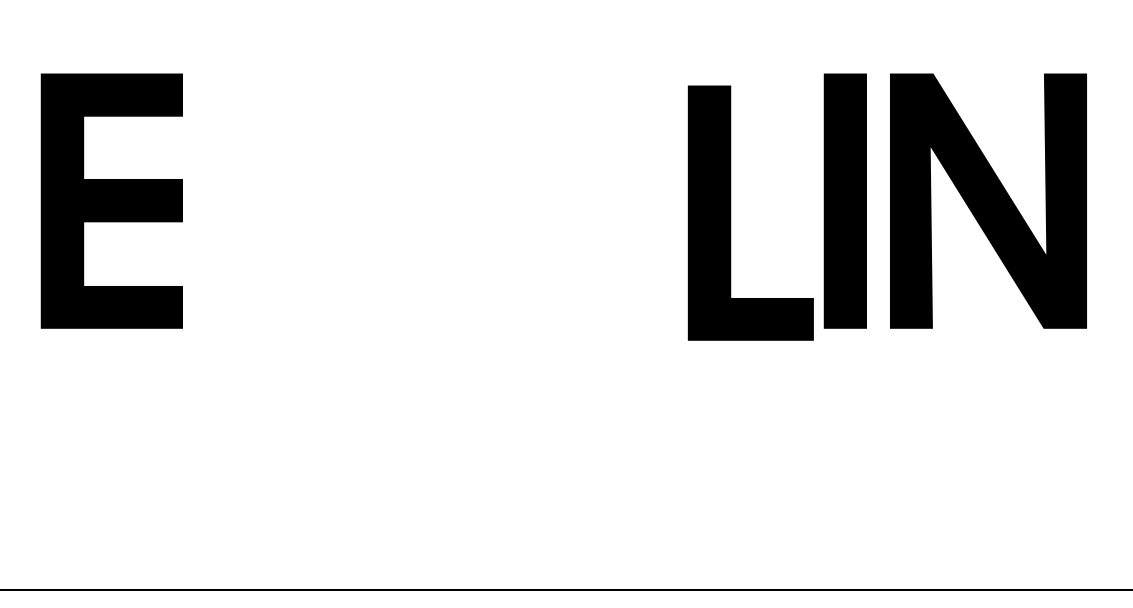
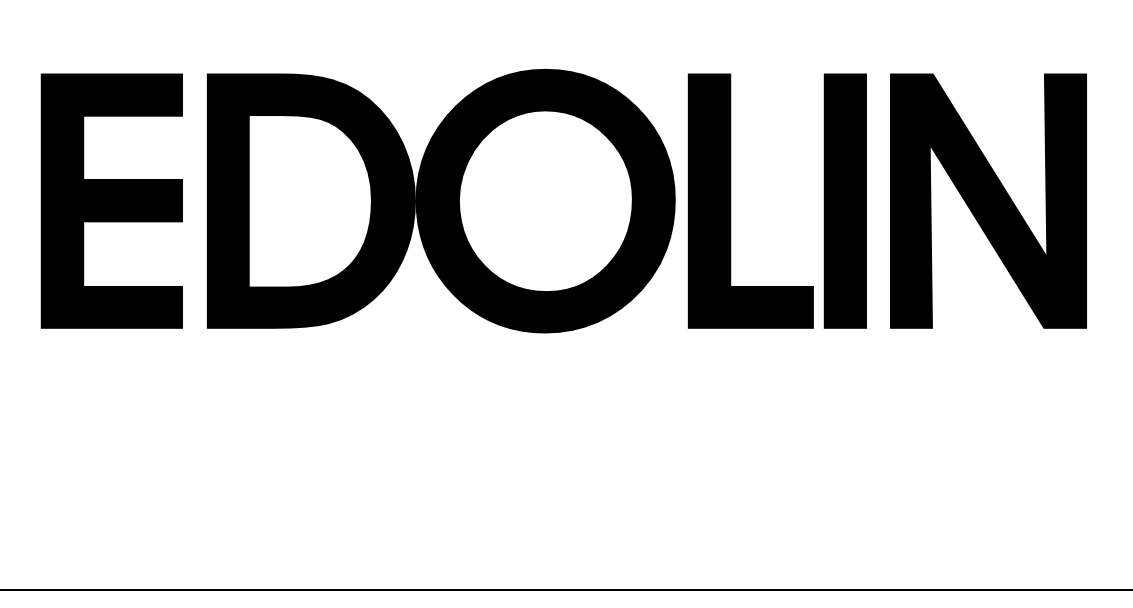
part at (440, 200): none -> present
part at (731, 212) position: (731, 212) -> (731, 200)
